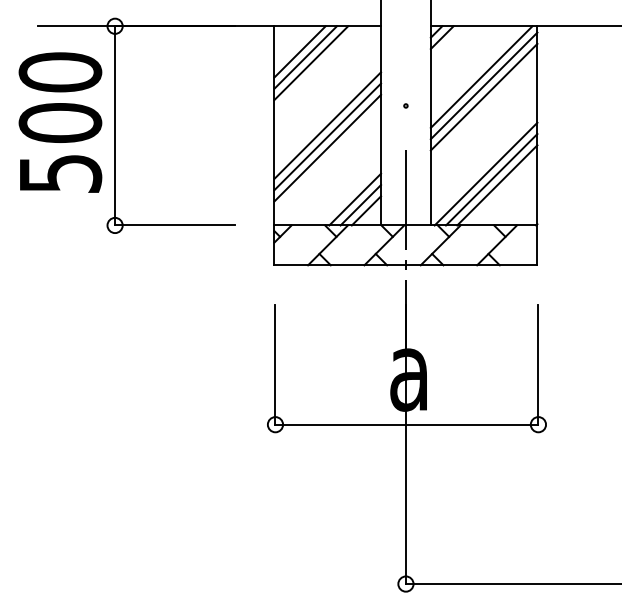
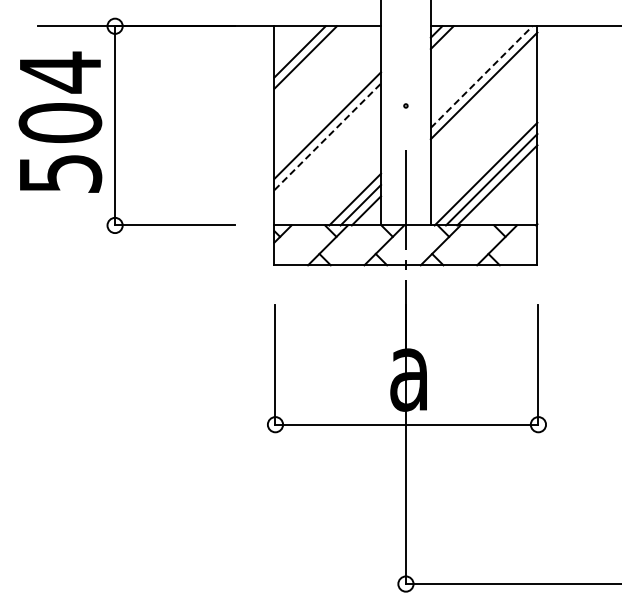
line at (311, 63): present -> none
text at (60, 72): 500 -> 504
line at (481, 77): solid -> dashed
line at (483, 96): present -> none
line at (328, 136): solid -> dashed
line at (327, 147): present -> none
